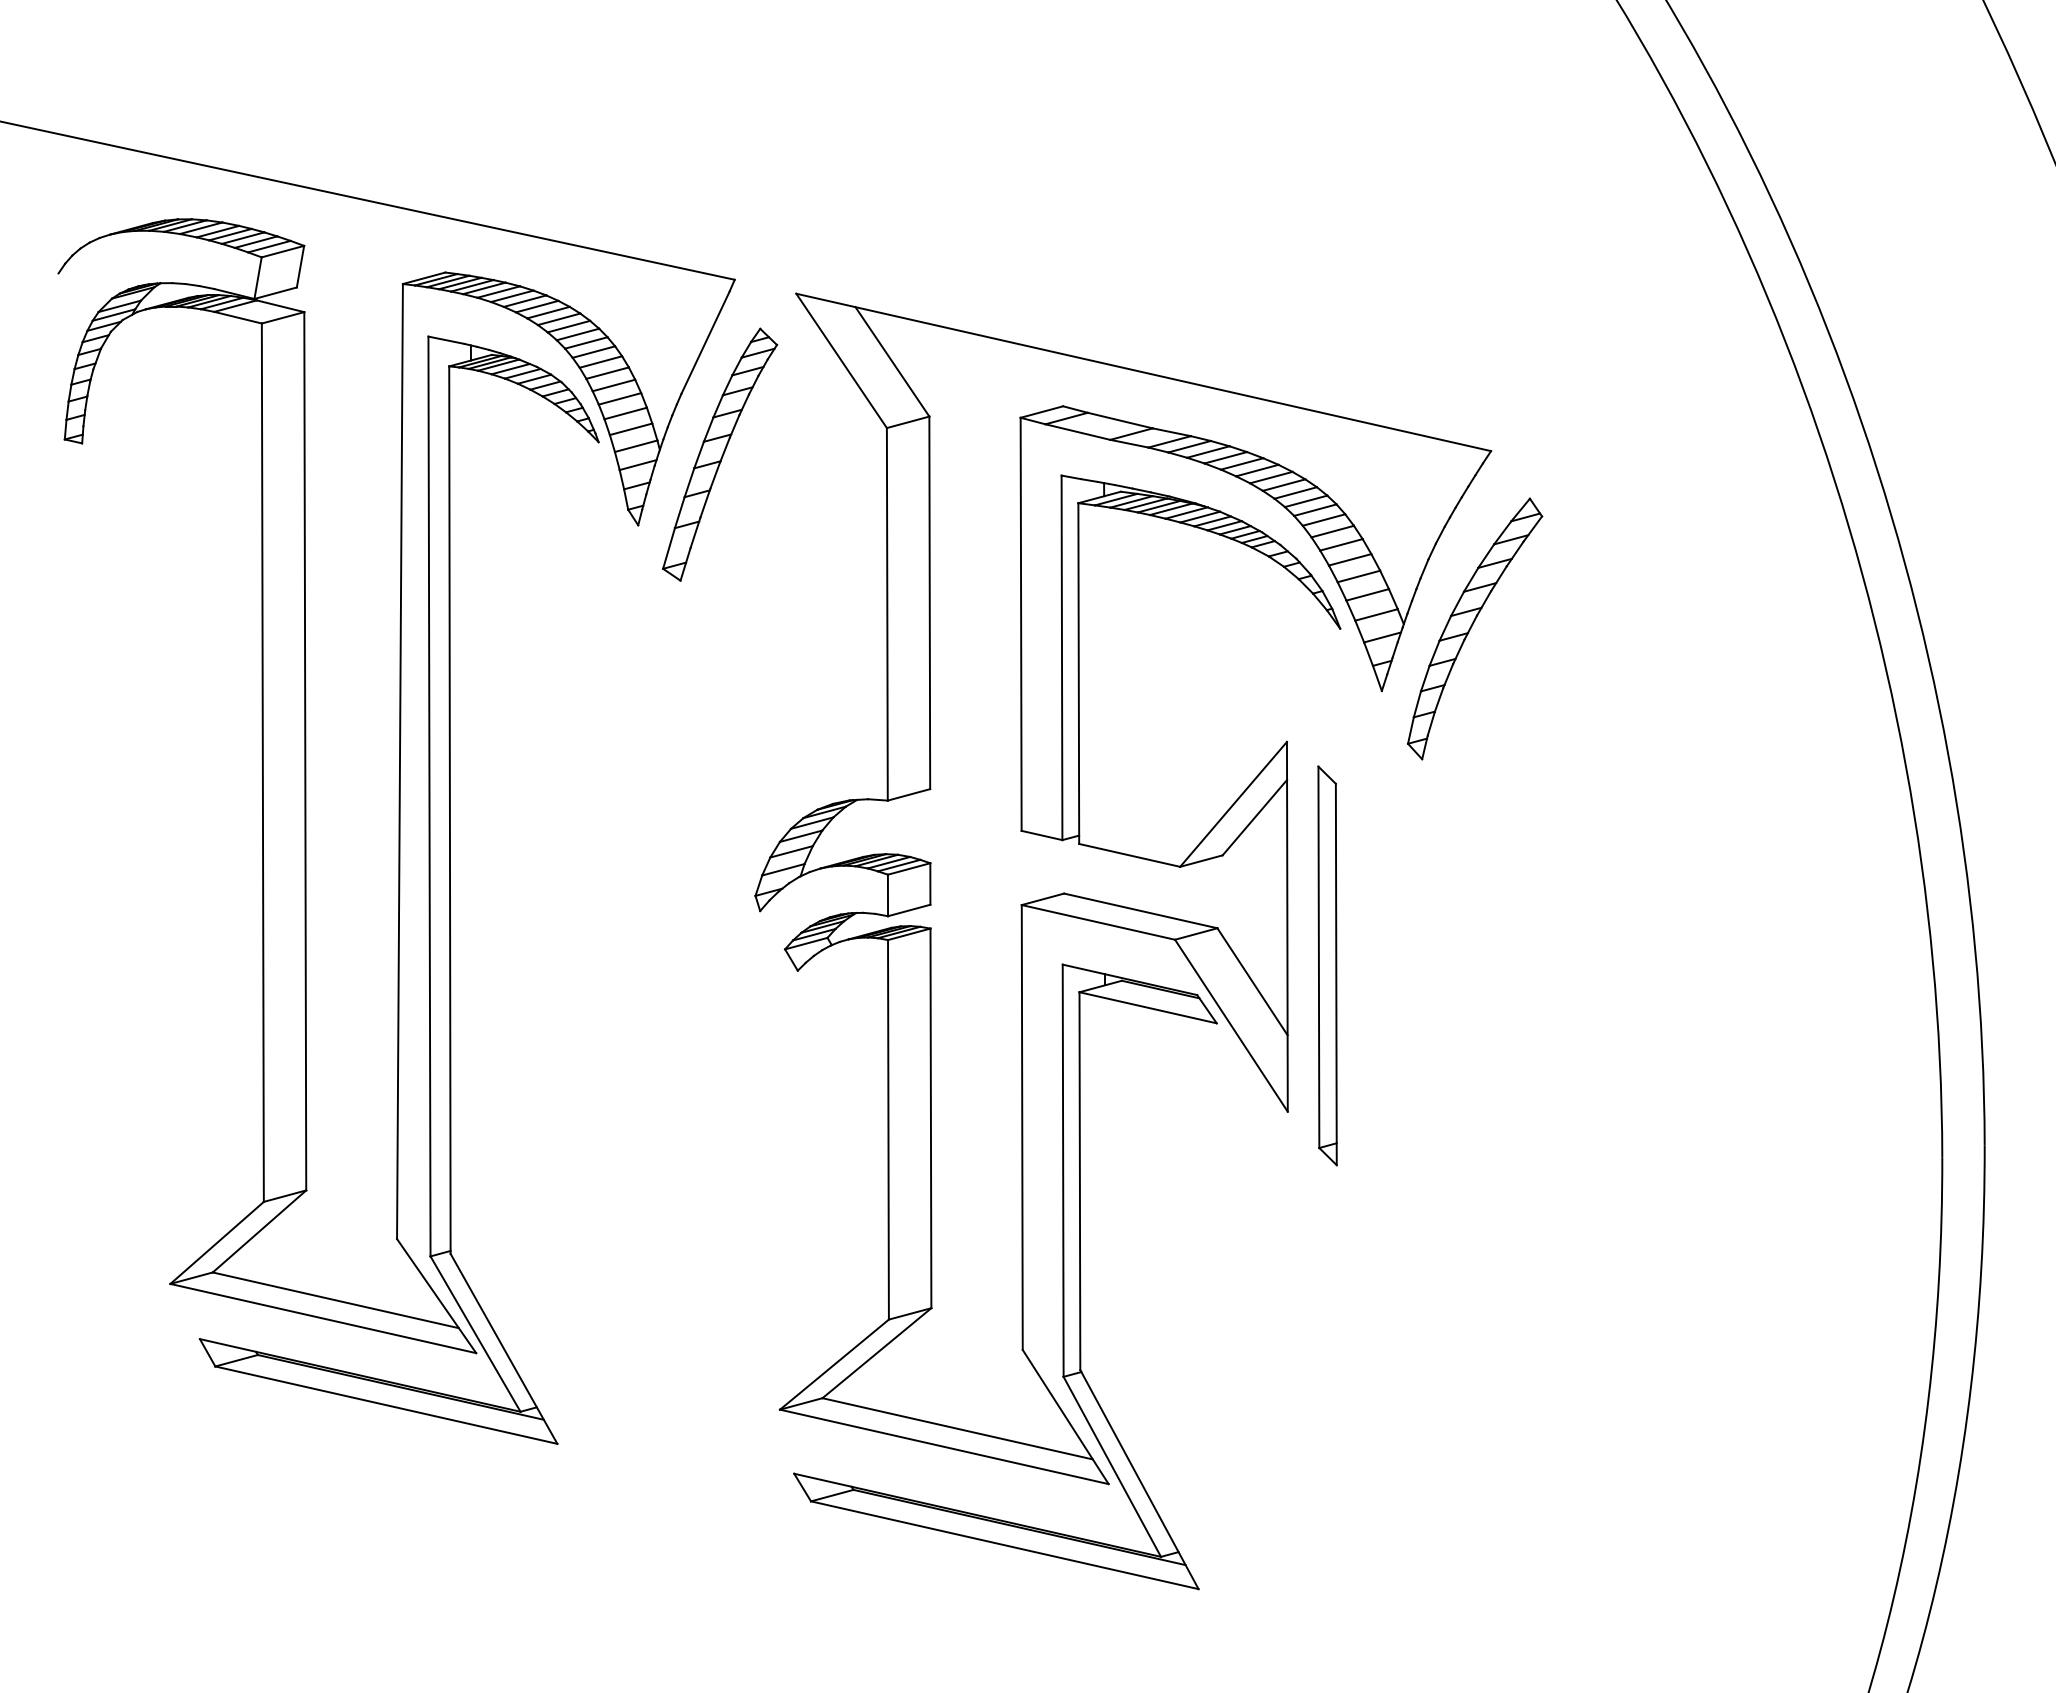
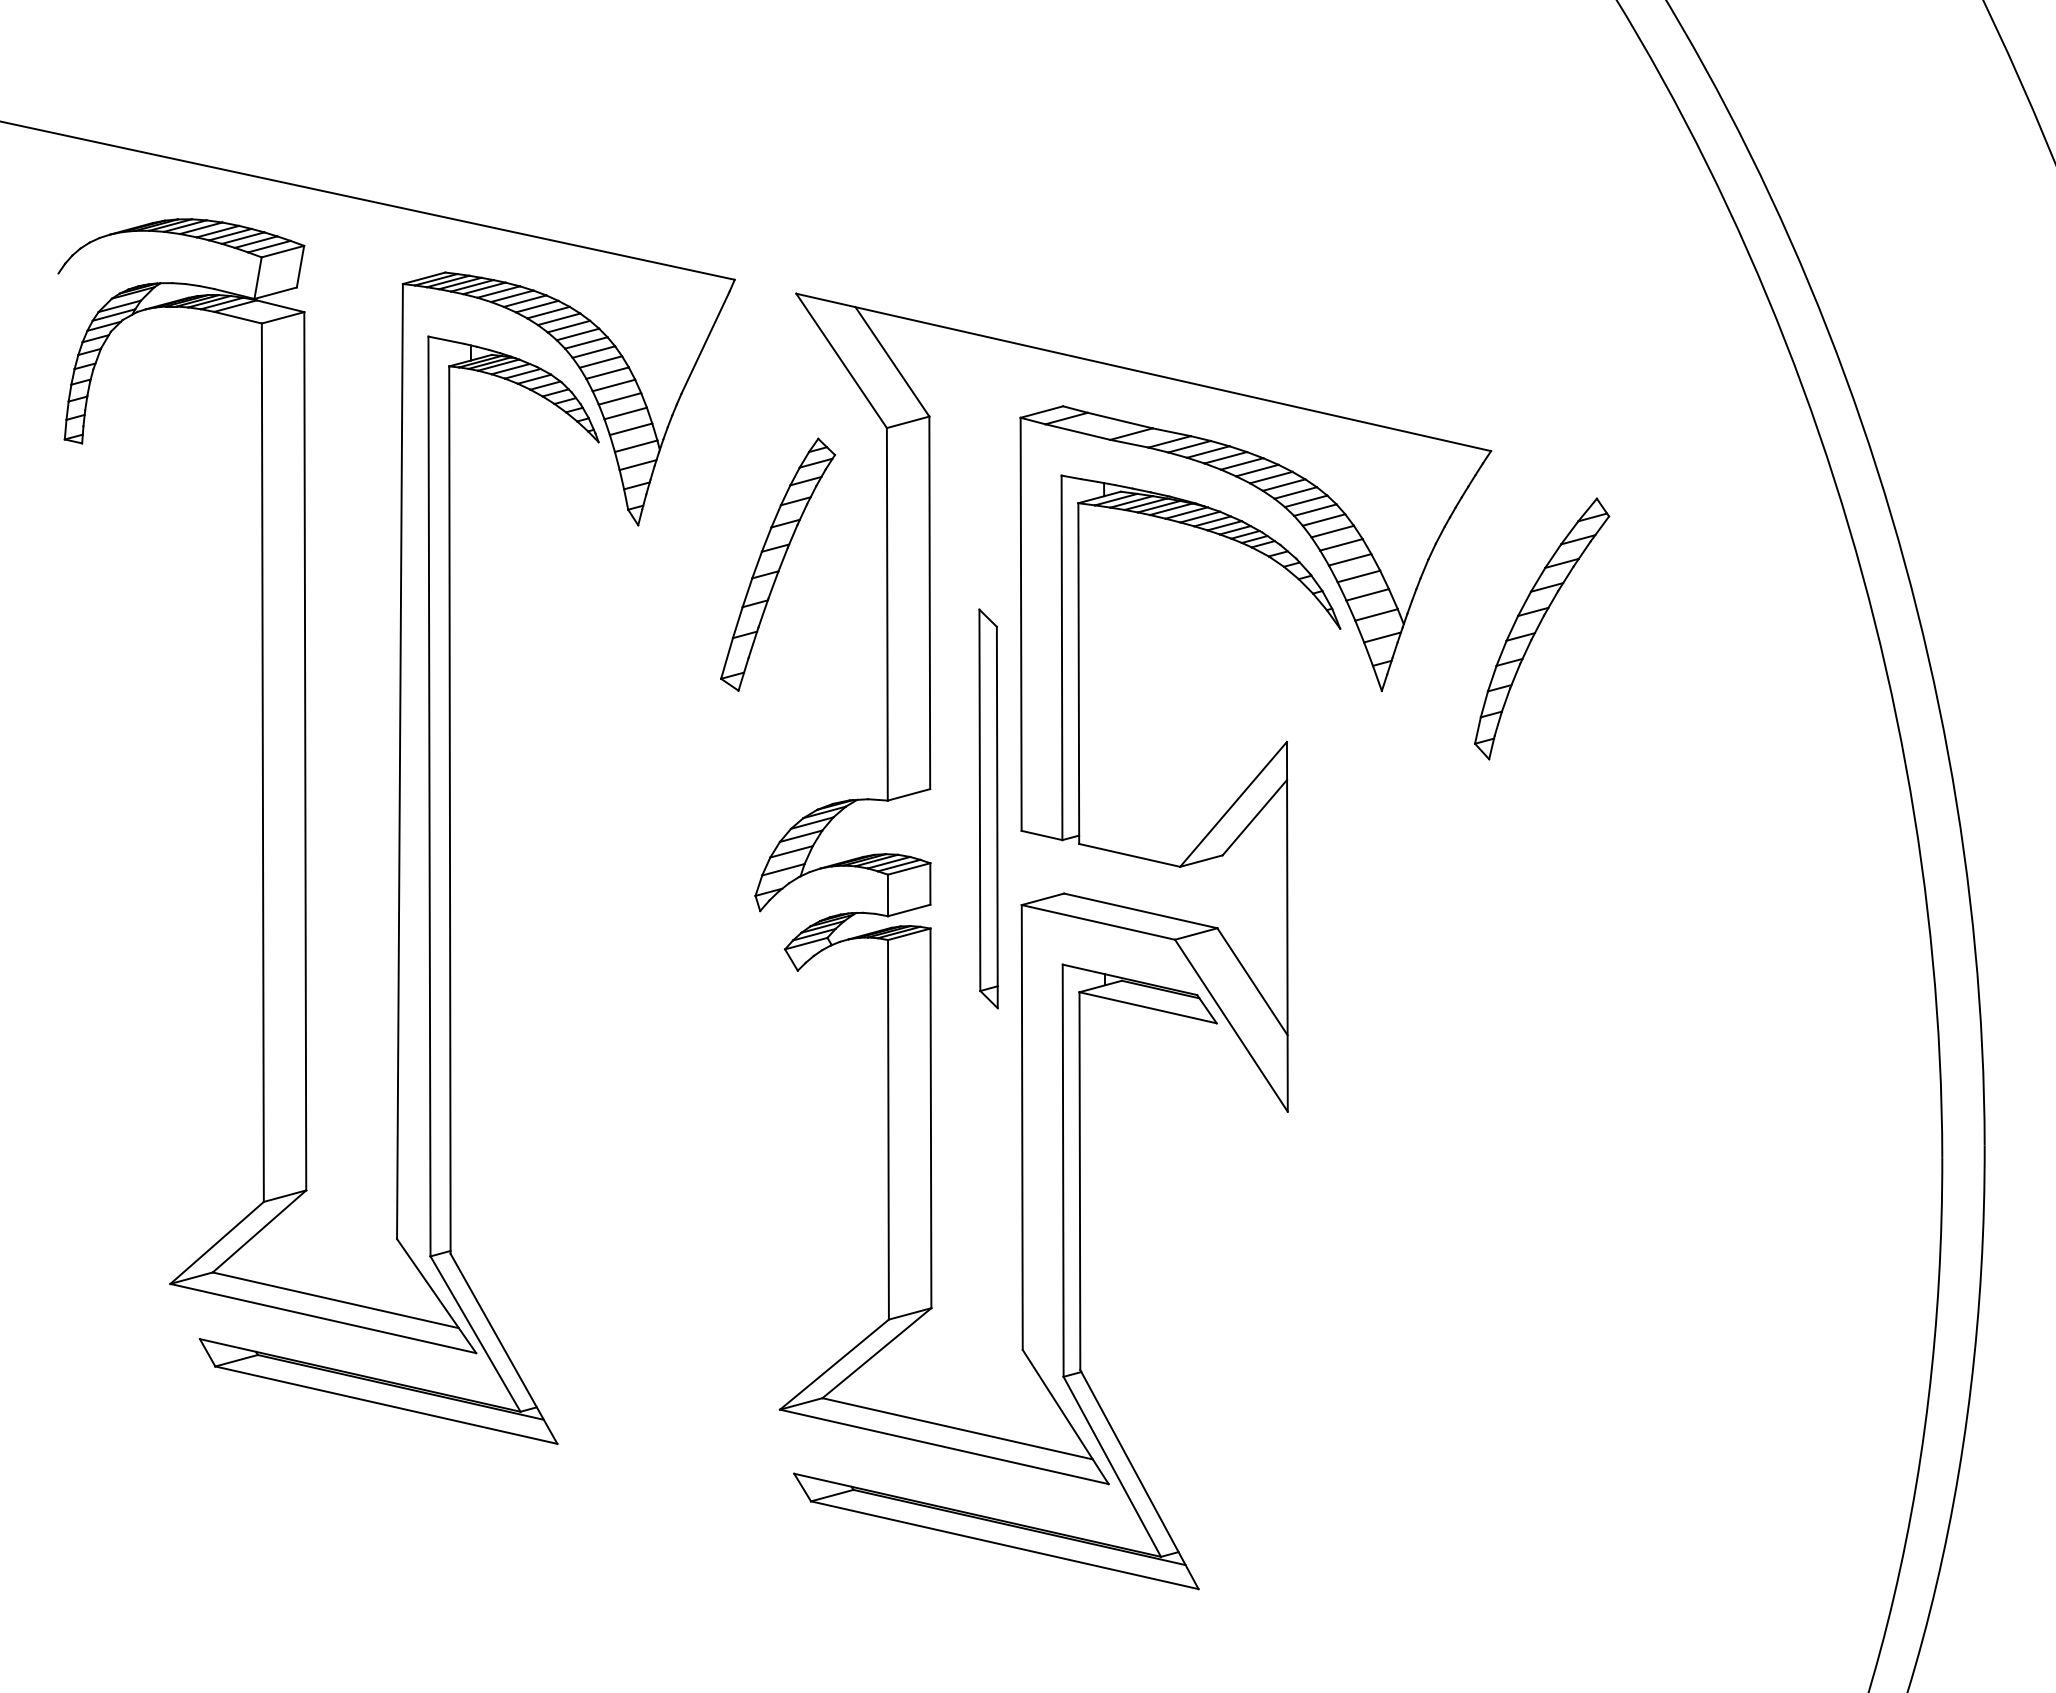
part at (720, 454) position: (720, 454) -> (778, 564)
part at (1475, 628) position: (1475, 628) -> (1542, 628)
part at (1327, 965) position: (1327, 965) -> (988, 808)
